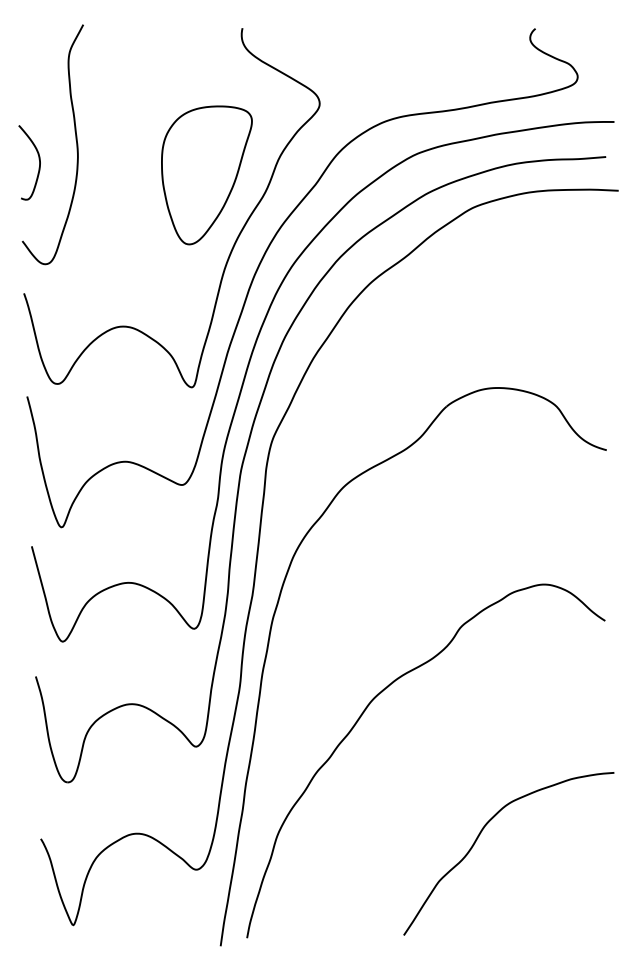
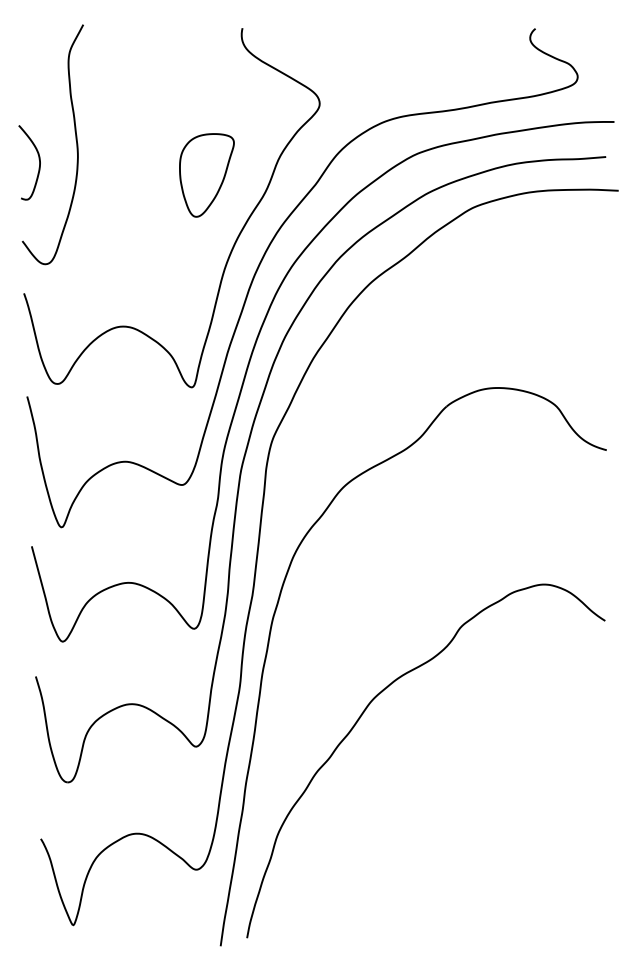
part at (206, 175) size: 92x141 px -> 56x85 px
curve at (478, 838): present -> none
